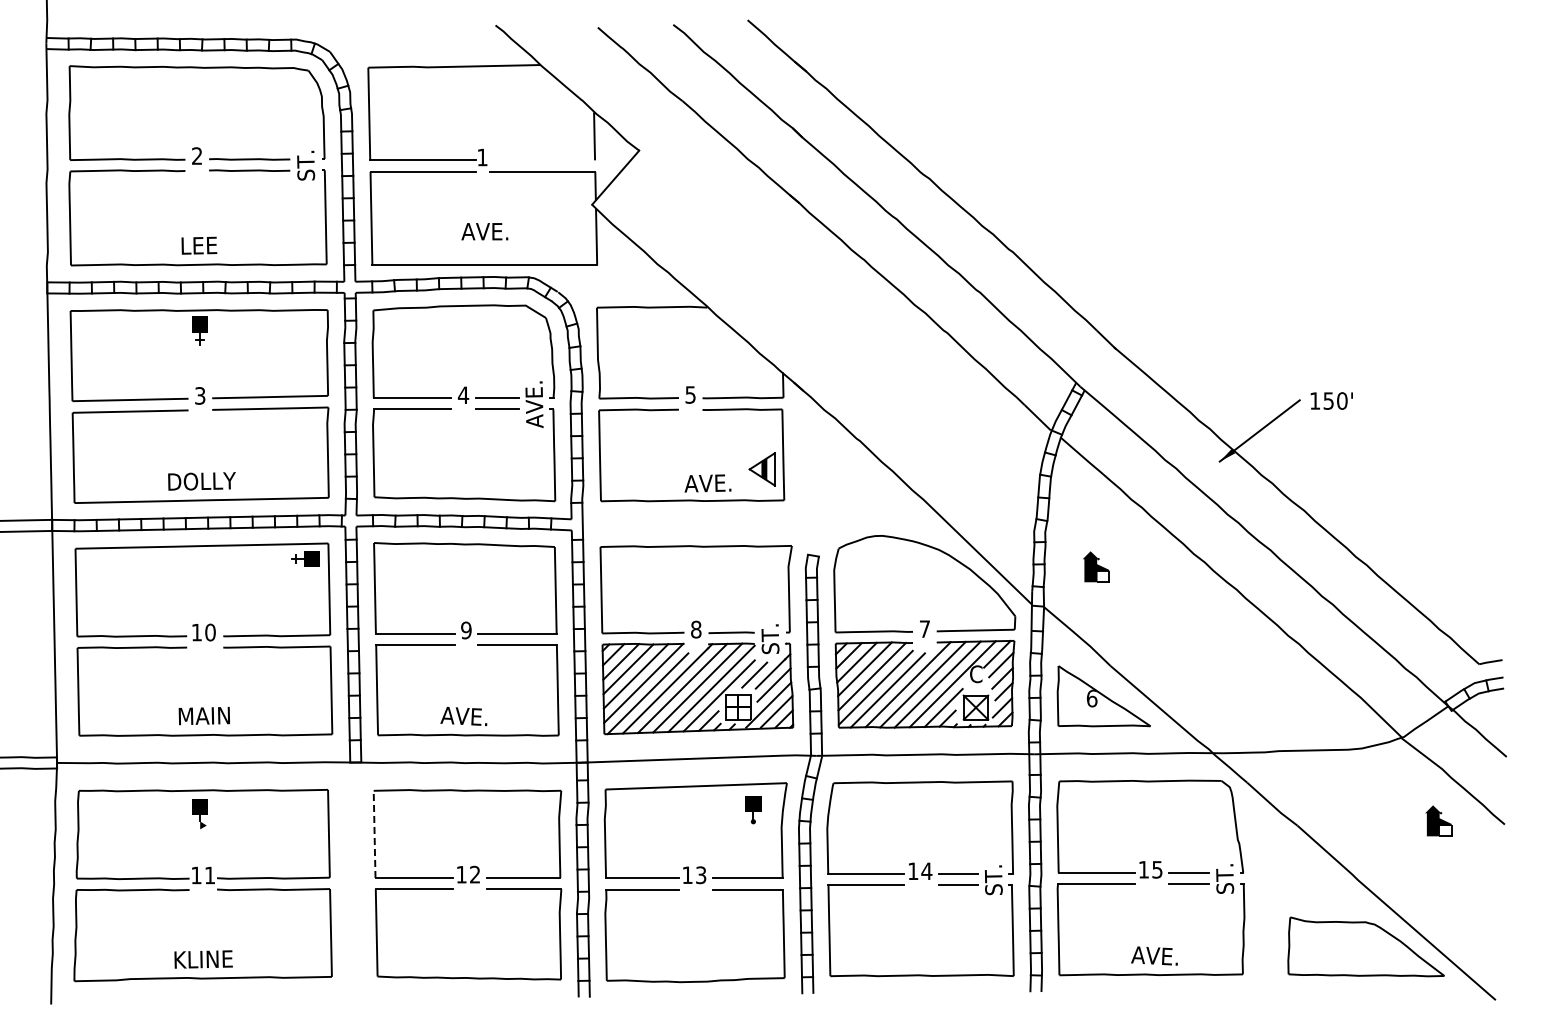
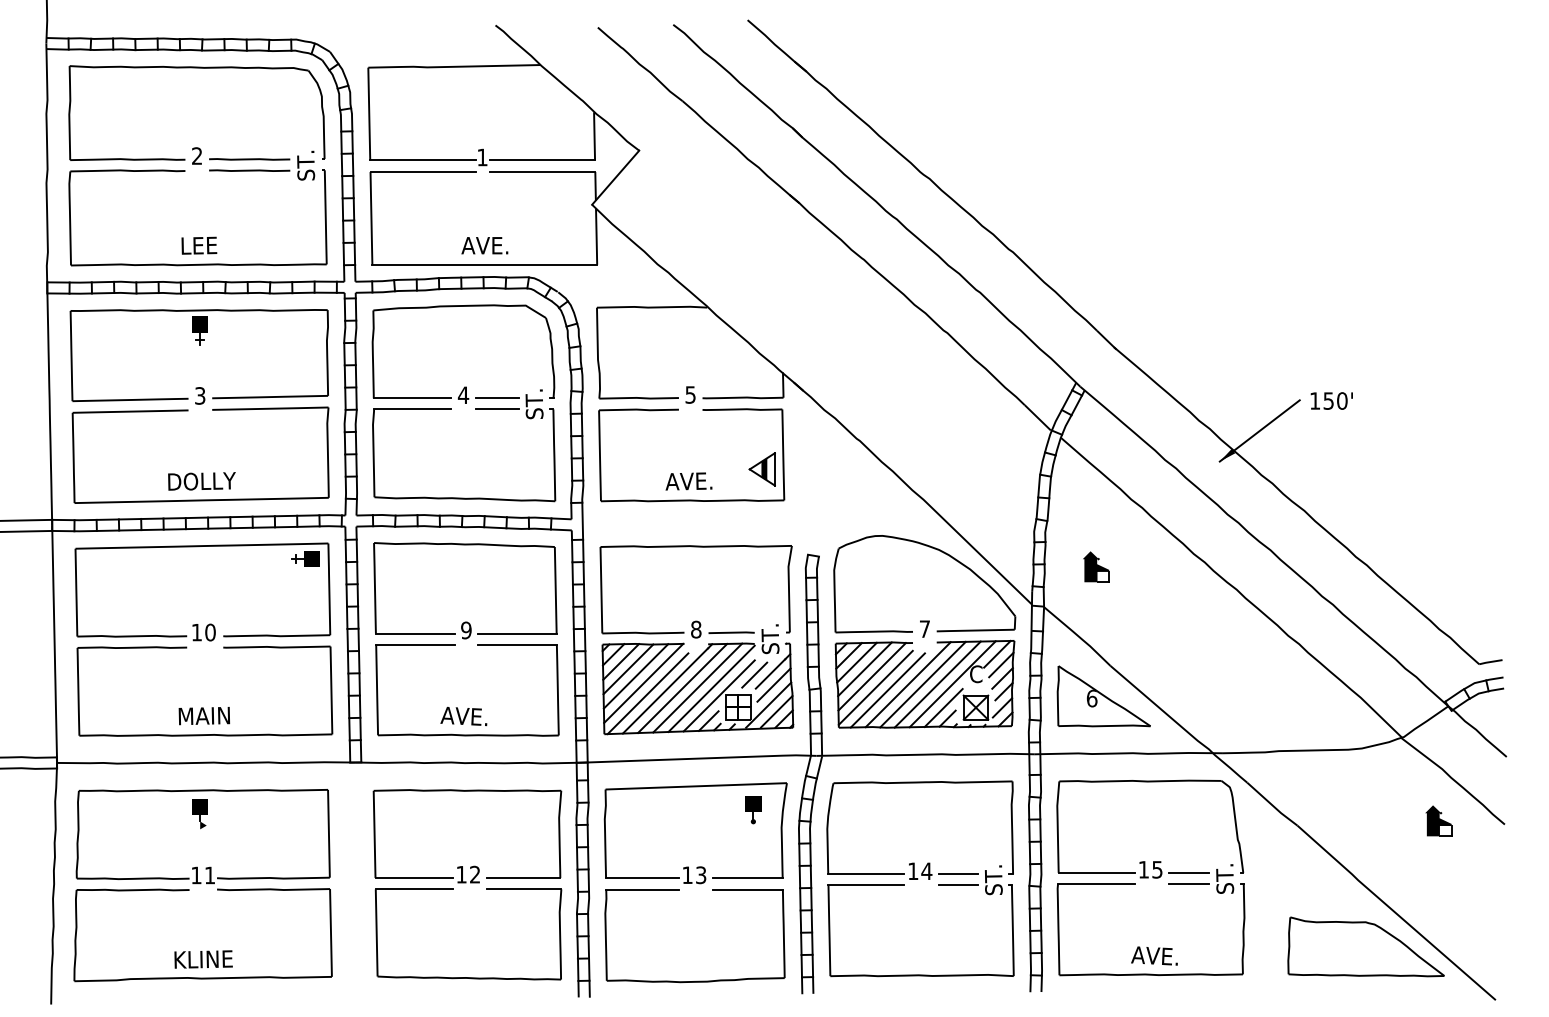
line at (542, 160): none -> present
text at (484, 231) position: (484, 231) -> (484, 245)
text at (534, 404): AVE. -> ST.
text at (707, 483) position: (707, 483) -> (688, 481)
line at (374, 834): dashed -> solid
